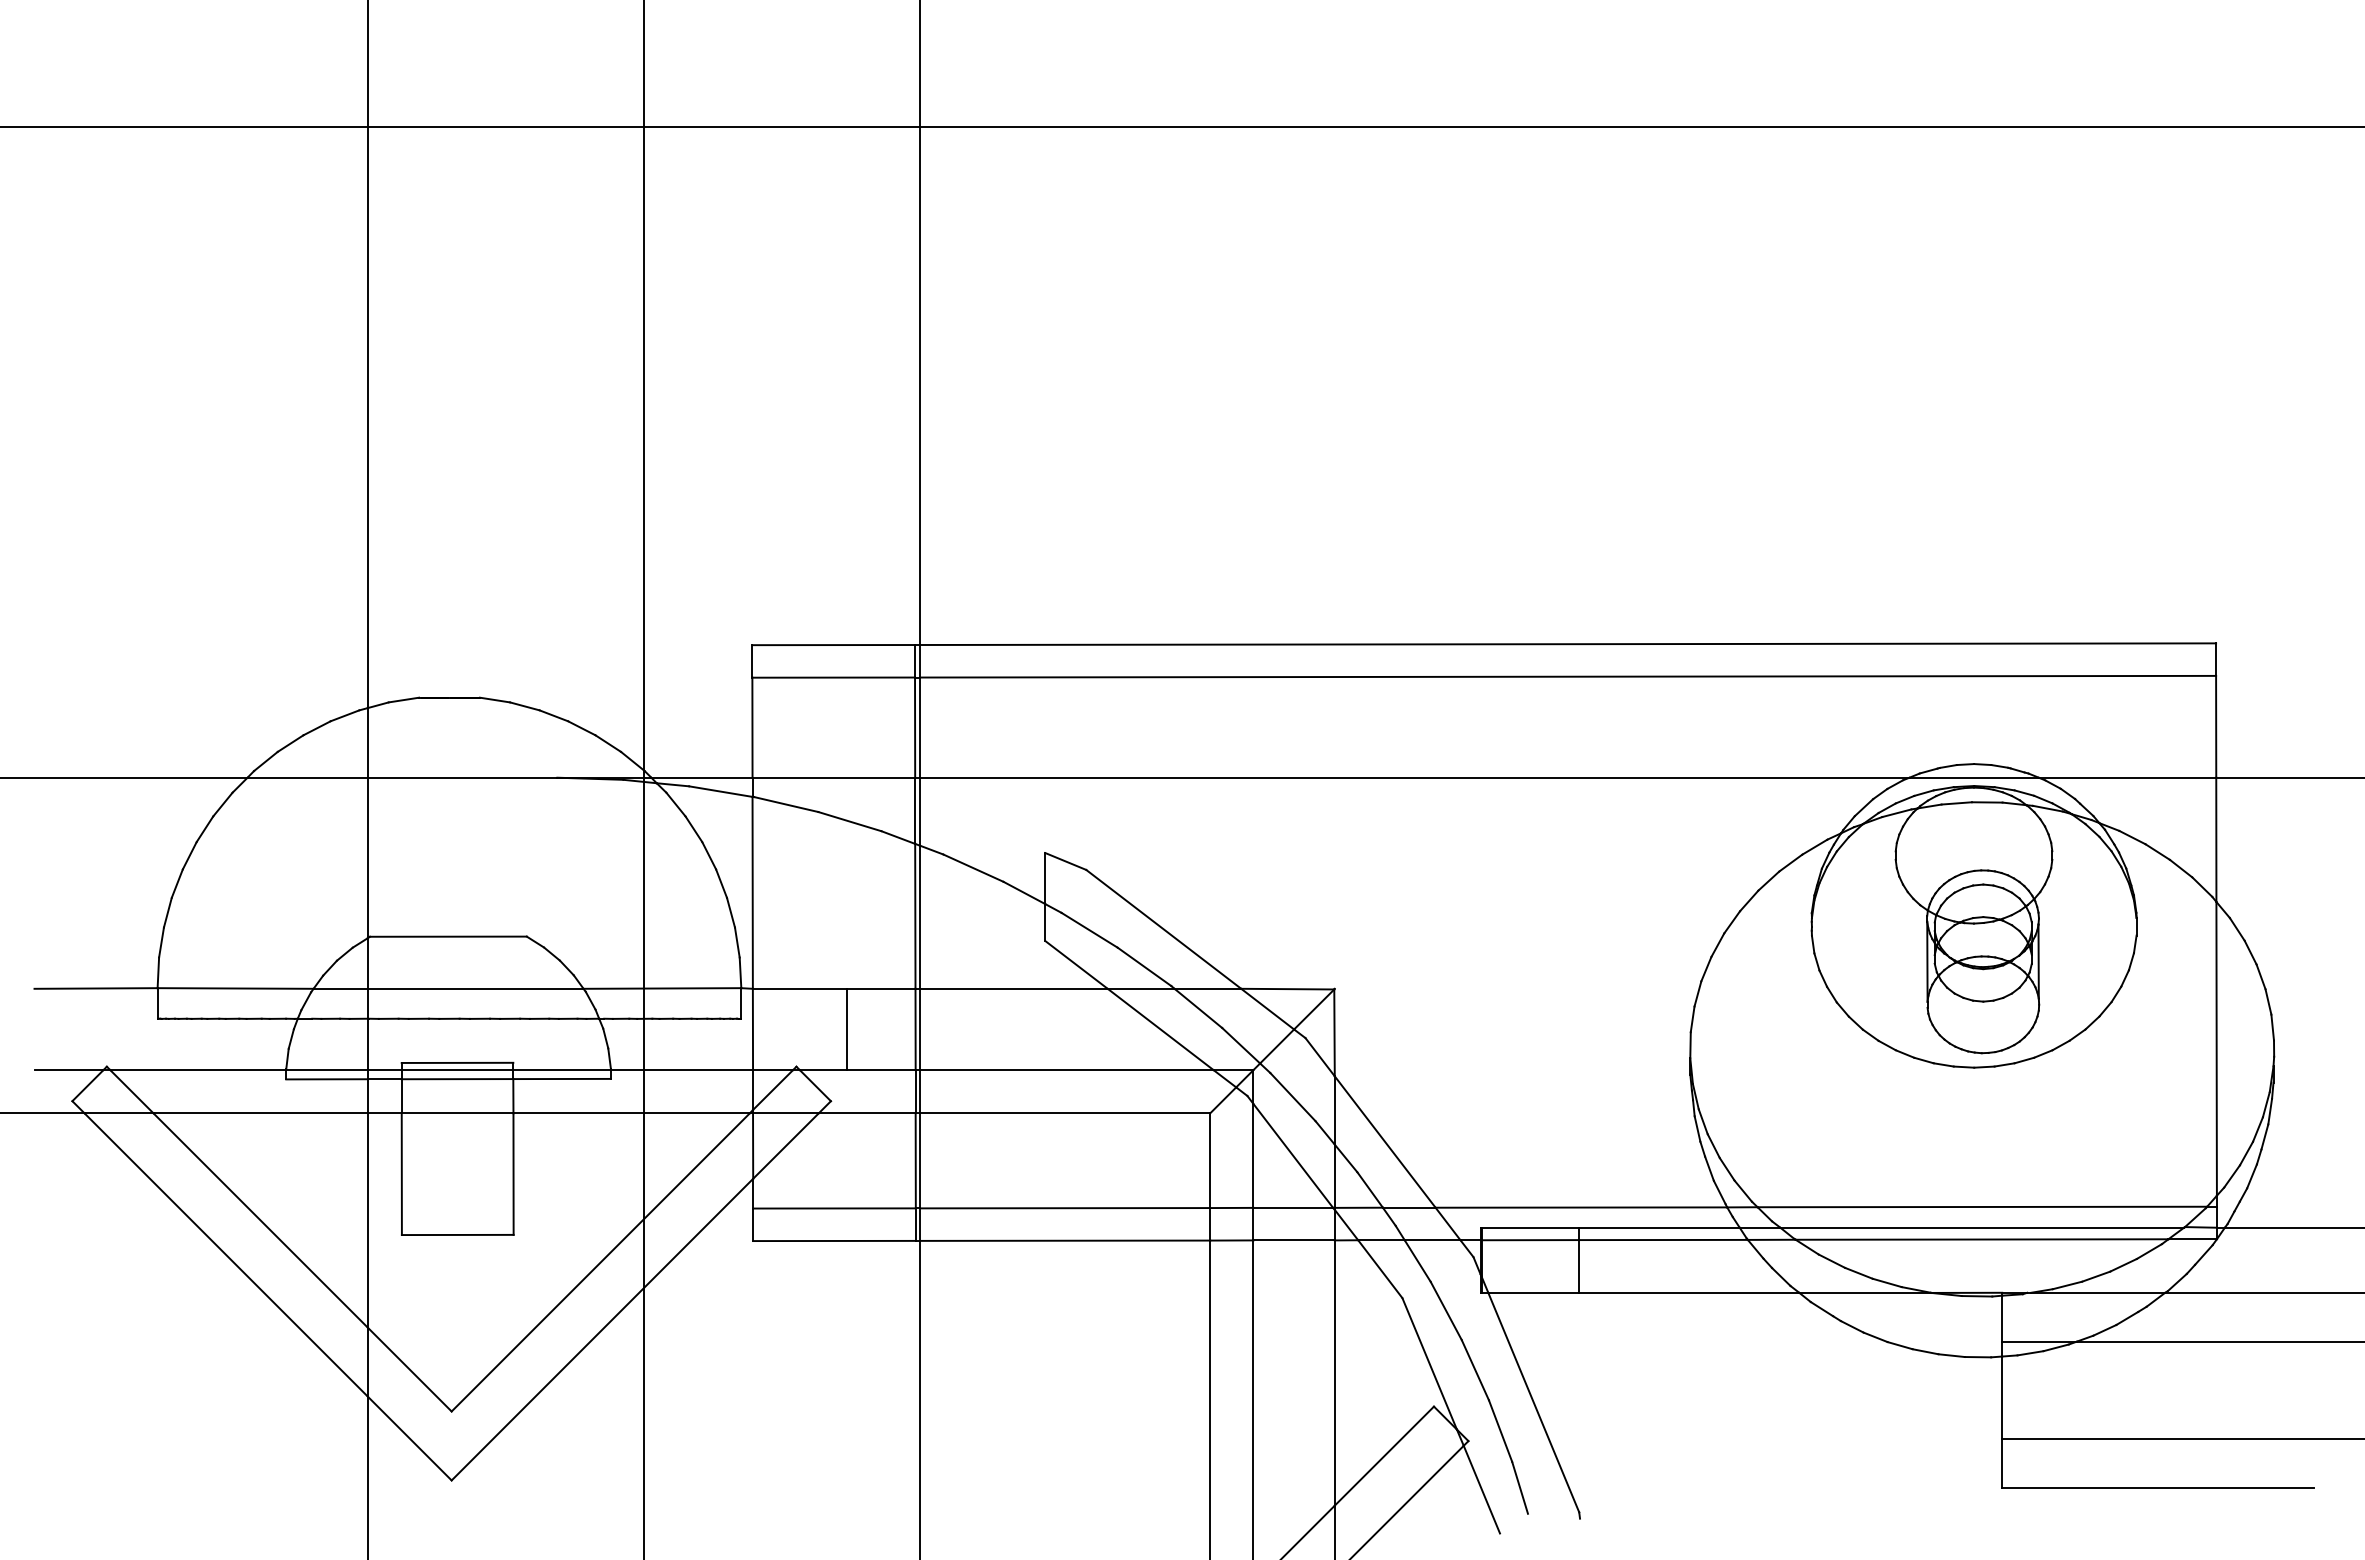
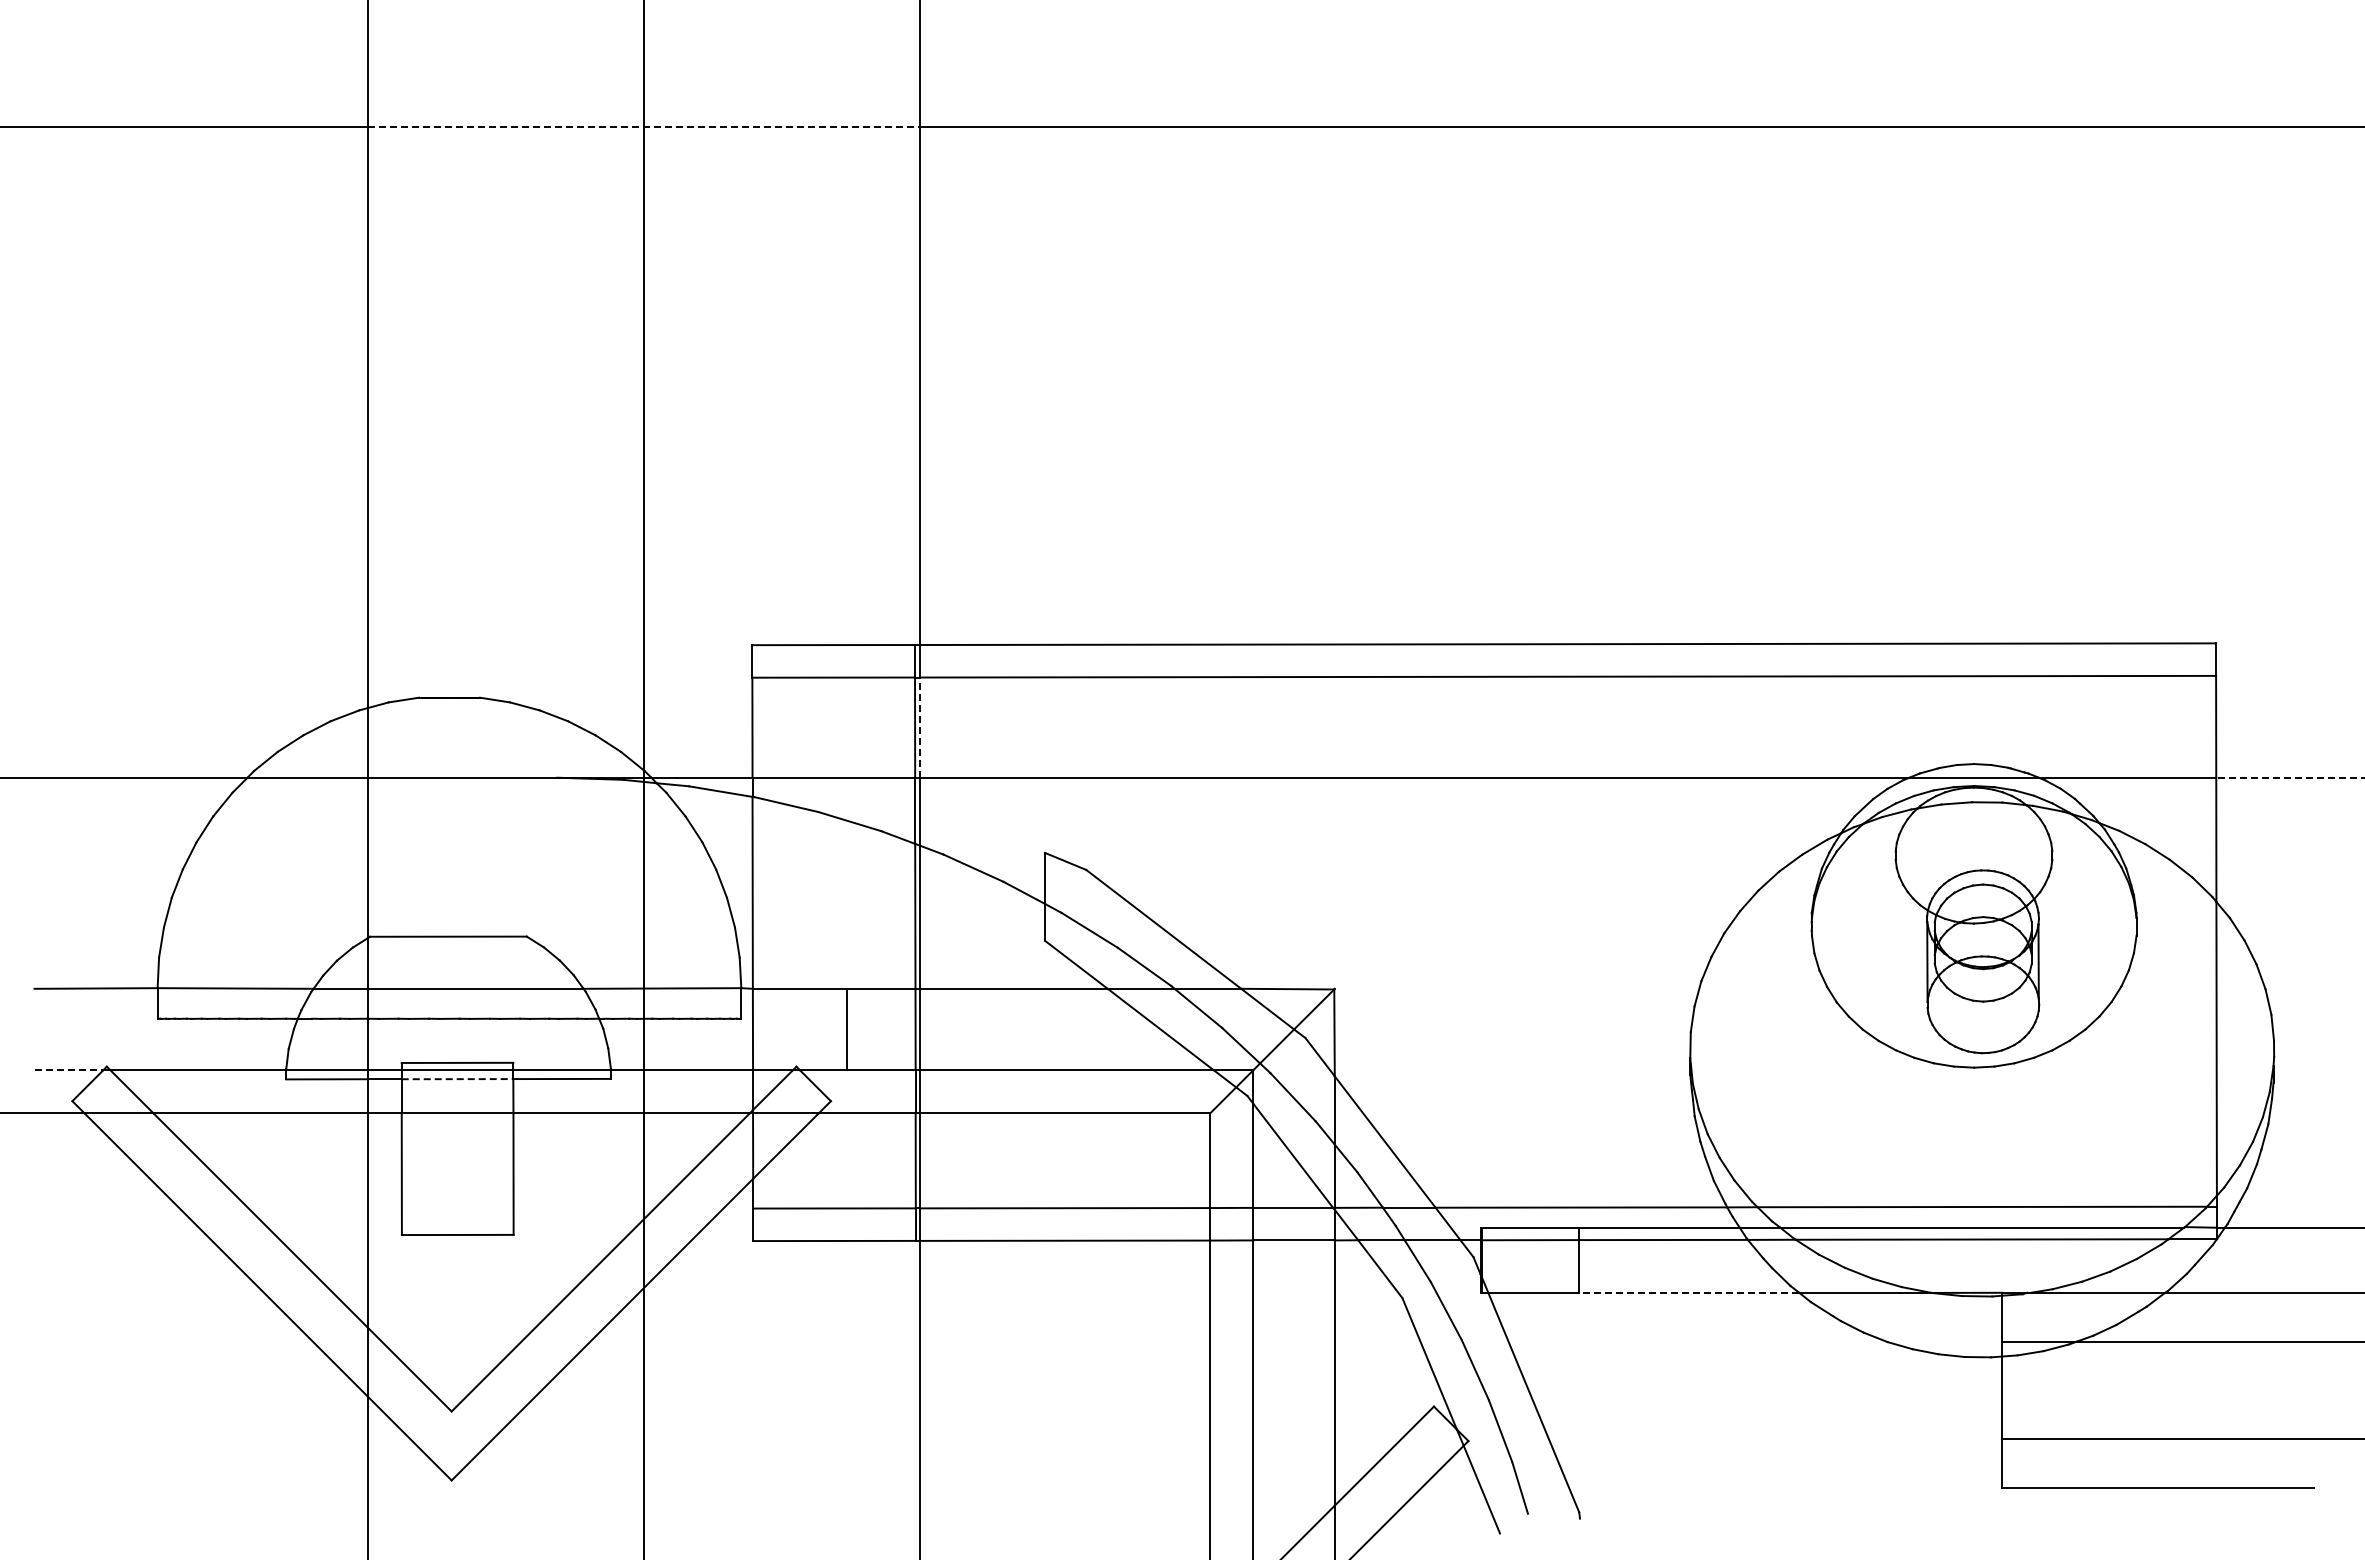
line at (644, 127): solid -> dashed
line at (920, 727): solid -> dashed
line at (2290, 777): solid -> dashed
line at (69, 1070): solid -> dashed
line at (457, 1079): solid -> dashed
line at (1688, 1292): solid -> dashed
